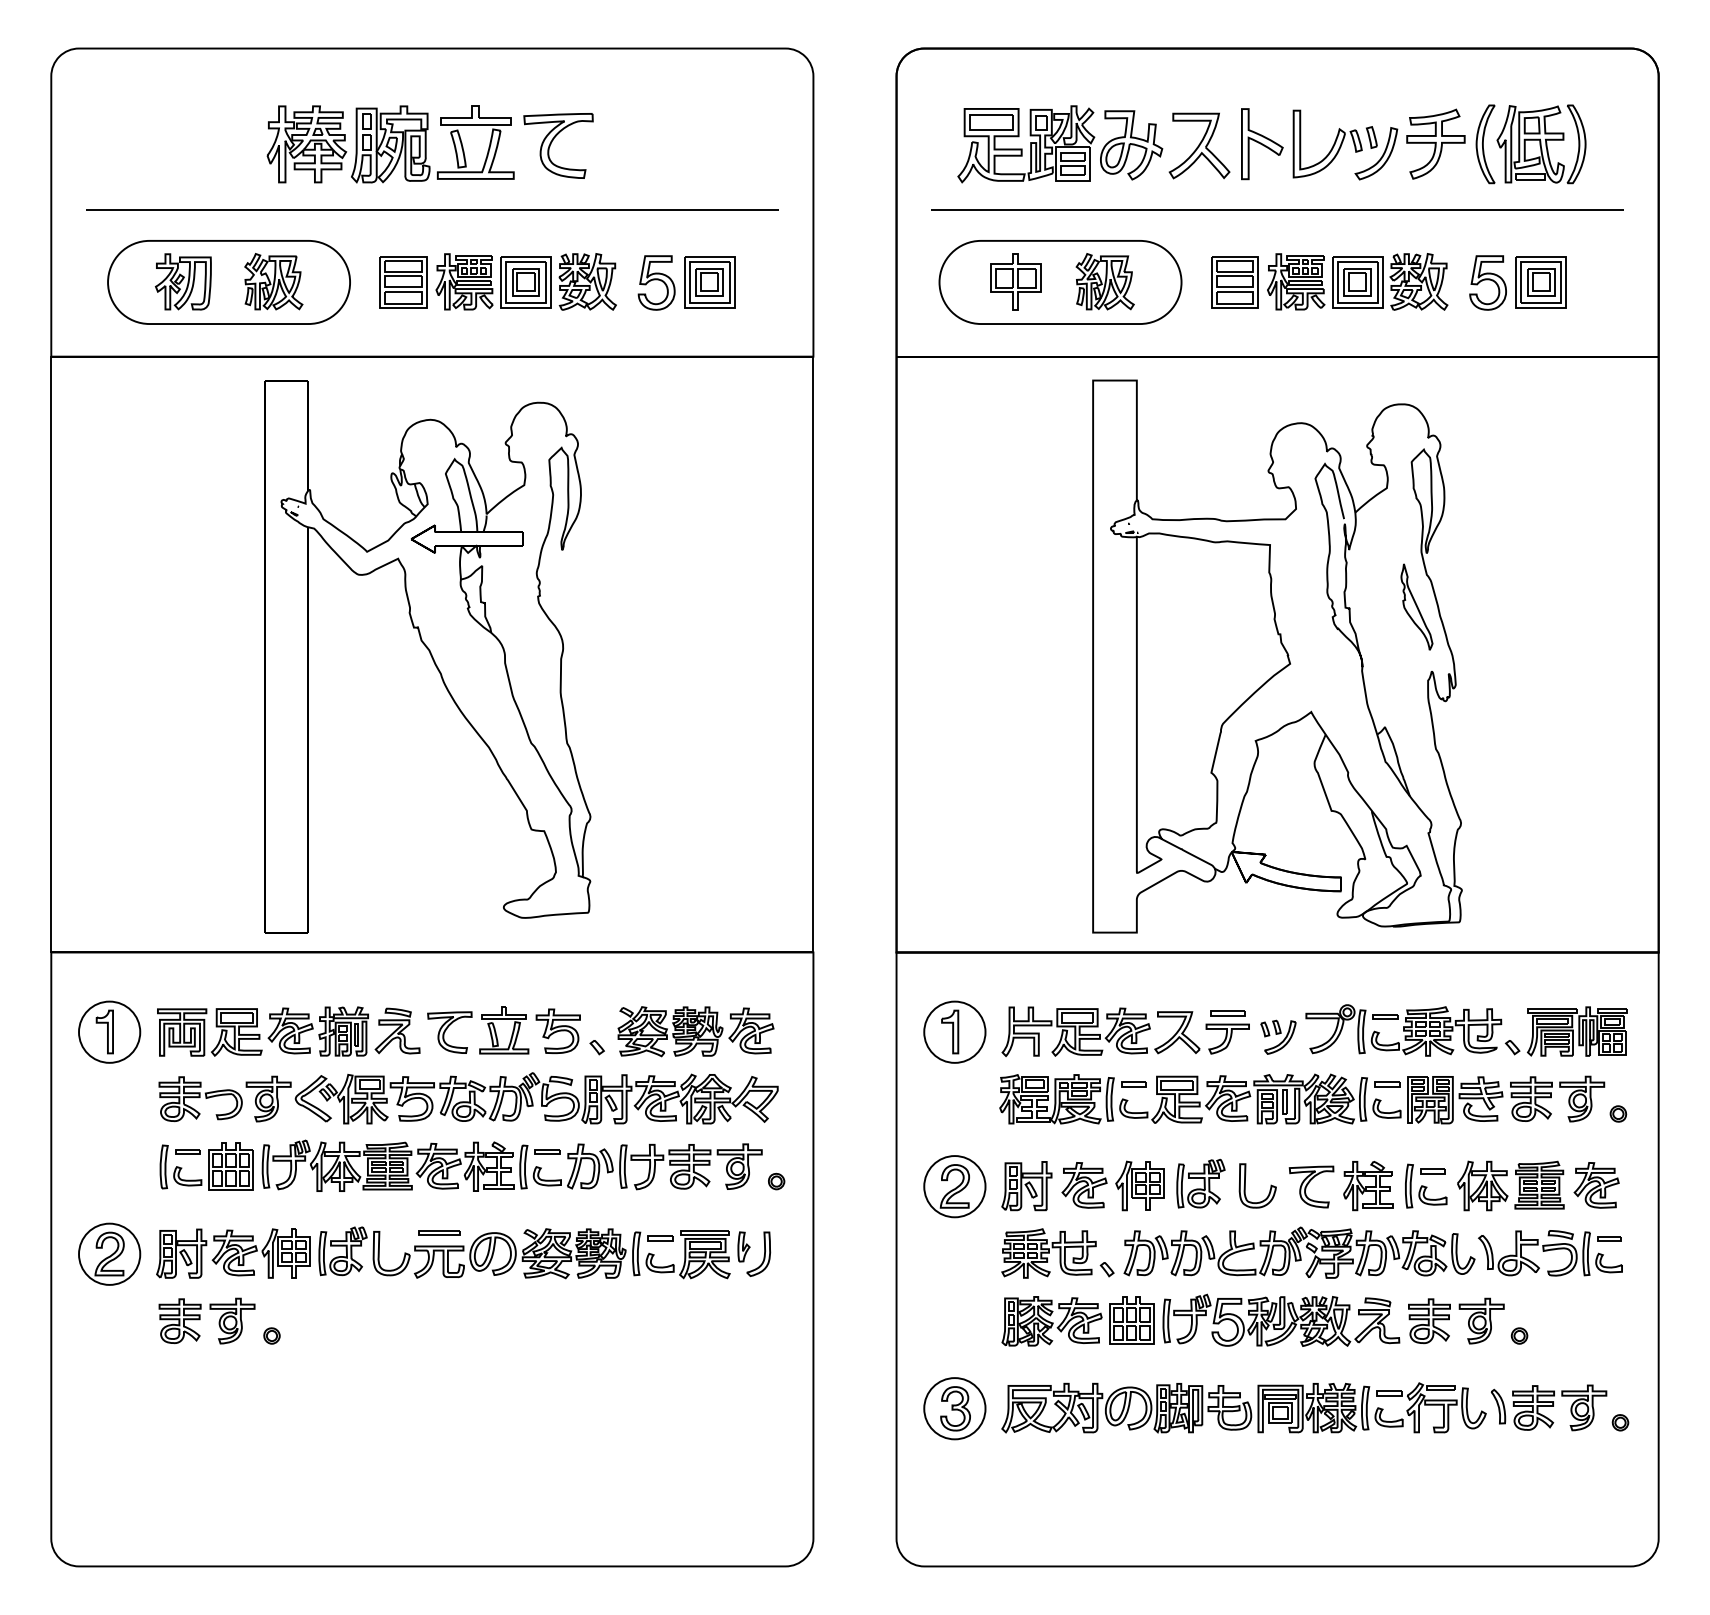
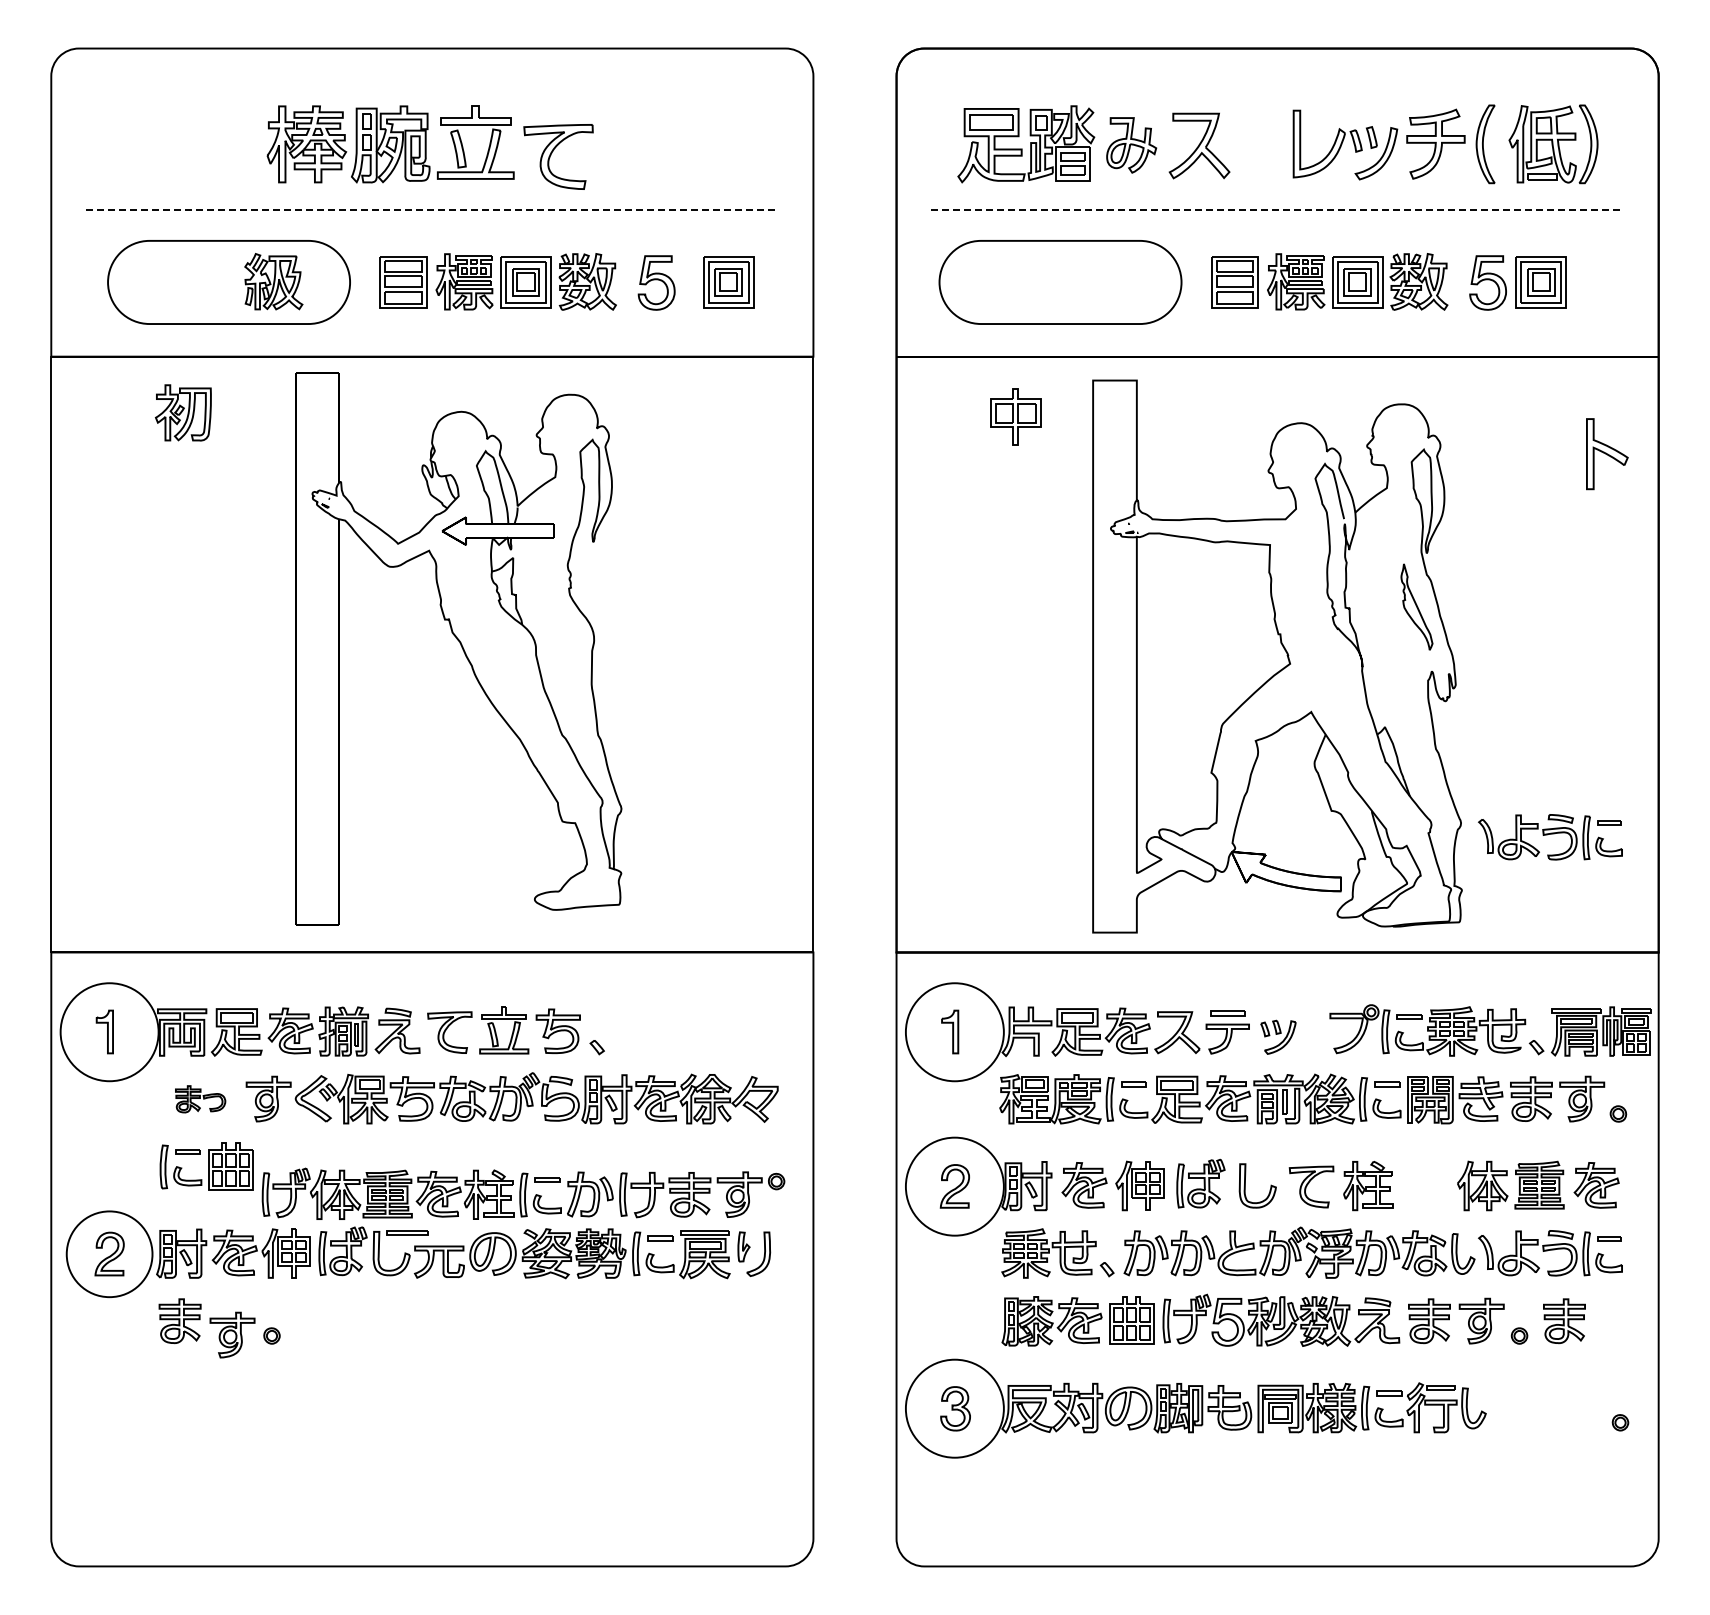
part at (552, 142) position: (552, 142) -> (552, 153)
part at (1262, 144) position: (1262, 144) -> (1607, 454)
part at (1541, 144) position: (1541, 144) -> (1553, 144)
part at (1131, 145) size: 64x71 px -> 52x57 px
line at (432, 209): solid -> dashed
line at (1278, 209): solid -> dashed
part at (183, 281) position: (183, 281) -> (183, 412)
part at (1015, 281) position: (1015, 281) -> (1015, 416)
part at (1104, 281): present -> none
part at (709, 282) position: (709, 282) -> (728, 282)
part at (427, 656) position: (427, 656) -> (458, 648)
part at (1550, 837): none -> present
part at (1466, 1030) position: (1466, 1030) -> (1490, 1030)
circle at (109, 1031) diameter: 61 px -> 98 px
part at (695, 1031): present -> none
circle at (954, 1031) diameter: 61 px -> 98 px
part at (200, 1099) size: 85x47 px -> 52x29 px
part at (511, 1165) position: (511, 1165) -> (511, 1193)
part at (1426, 1185): present -> none
circle at (954, 1186) diameter: 61 px -> 98 px
part at (439, 1232) position: (439, 1232) -> (407, 1232)
circle at (109, 1253) diameter: 61 px -> 86 px
part at (232, 1320) position: (232, 1320) -> (232, 1334)
part at (1564, 1321): none -> present
part at (1549, 1407): present -> none
circle at (954, 1408) diameter: 61 px -> 98 px
